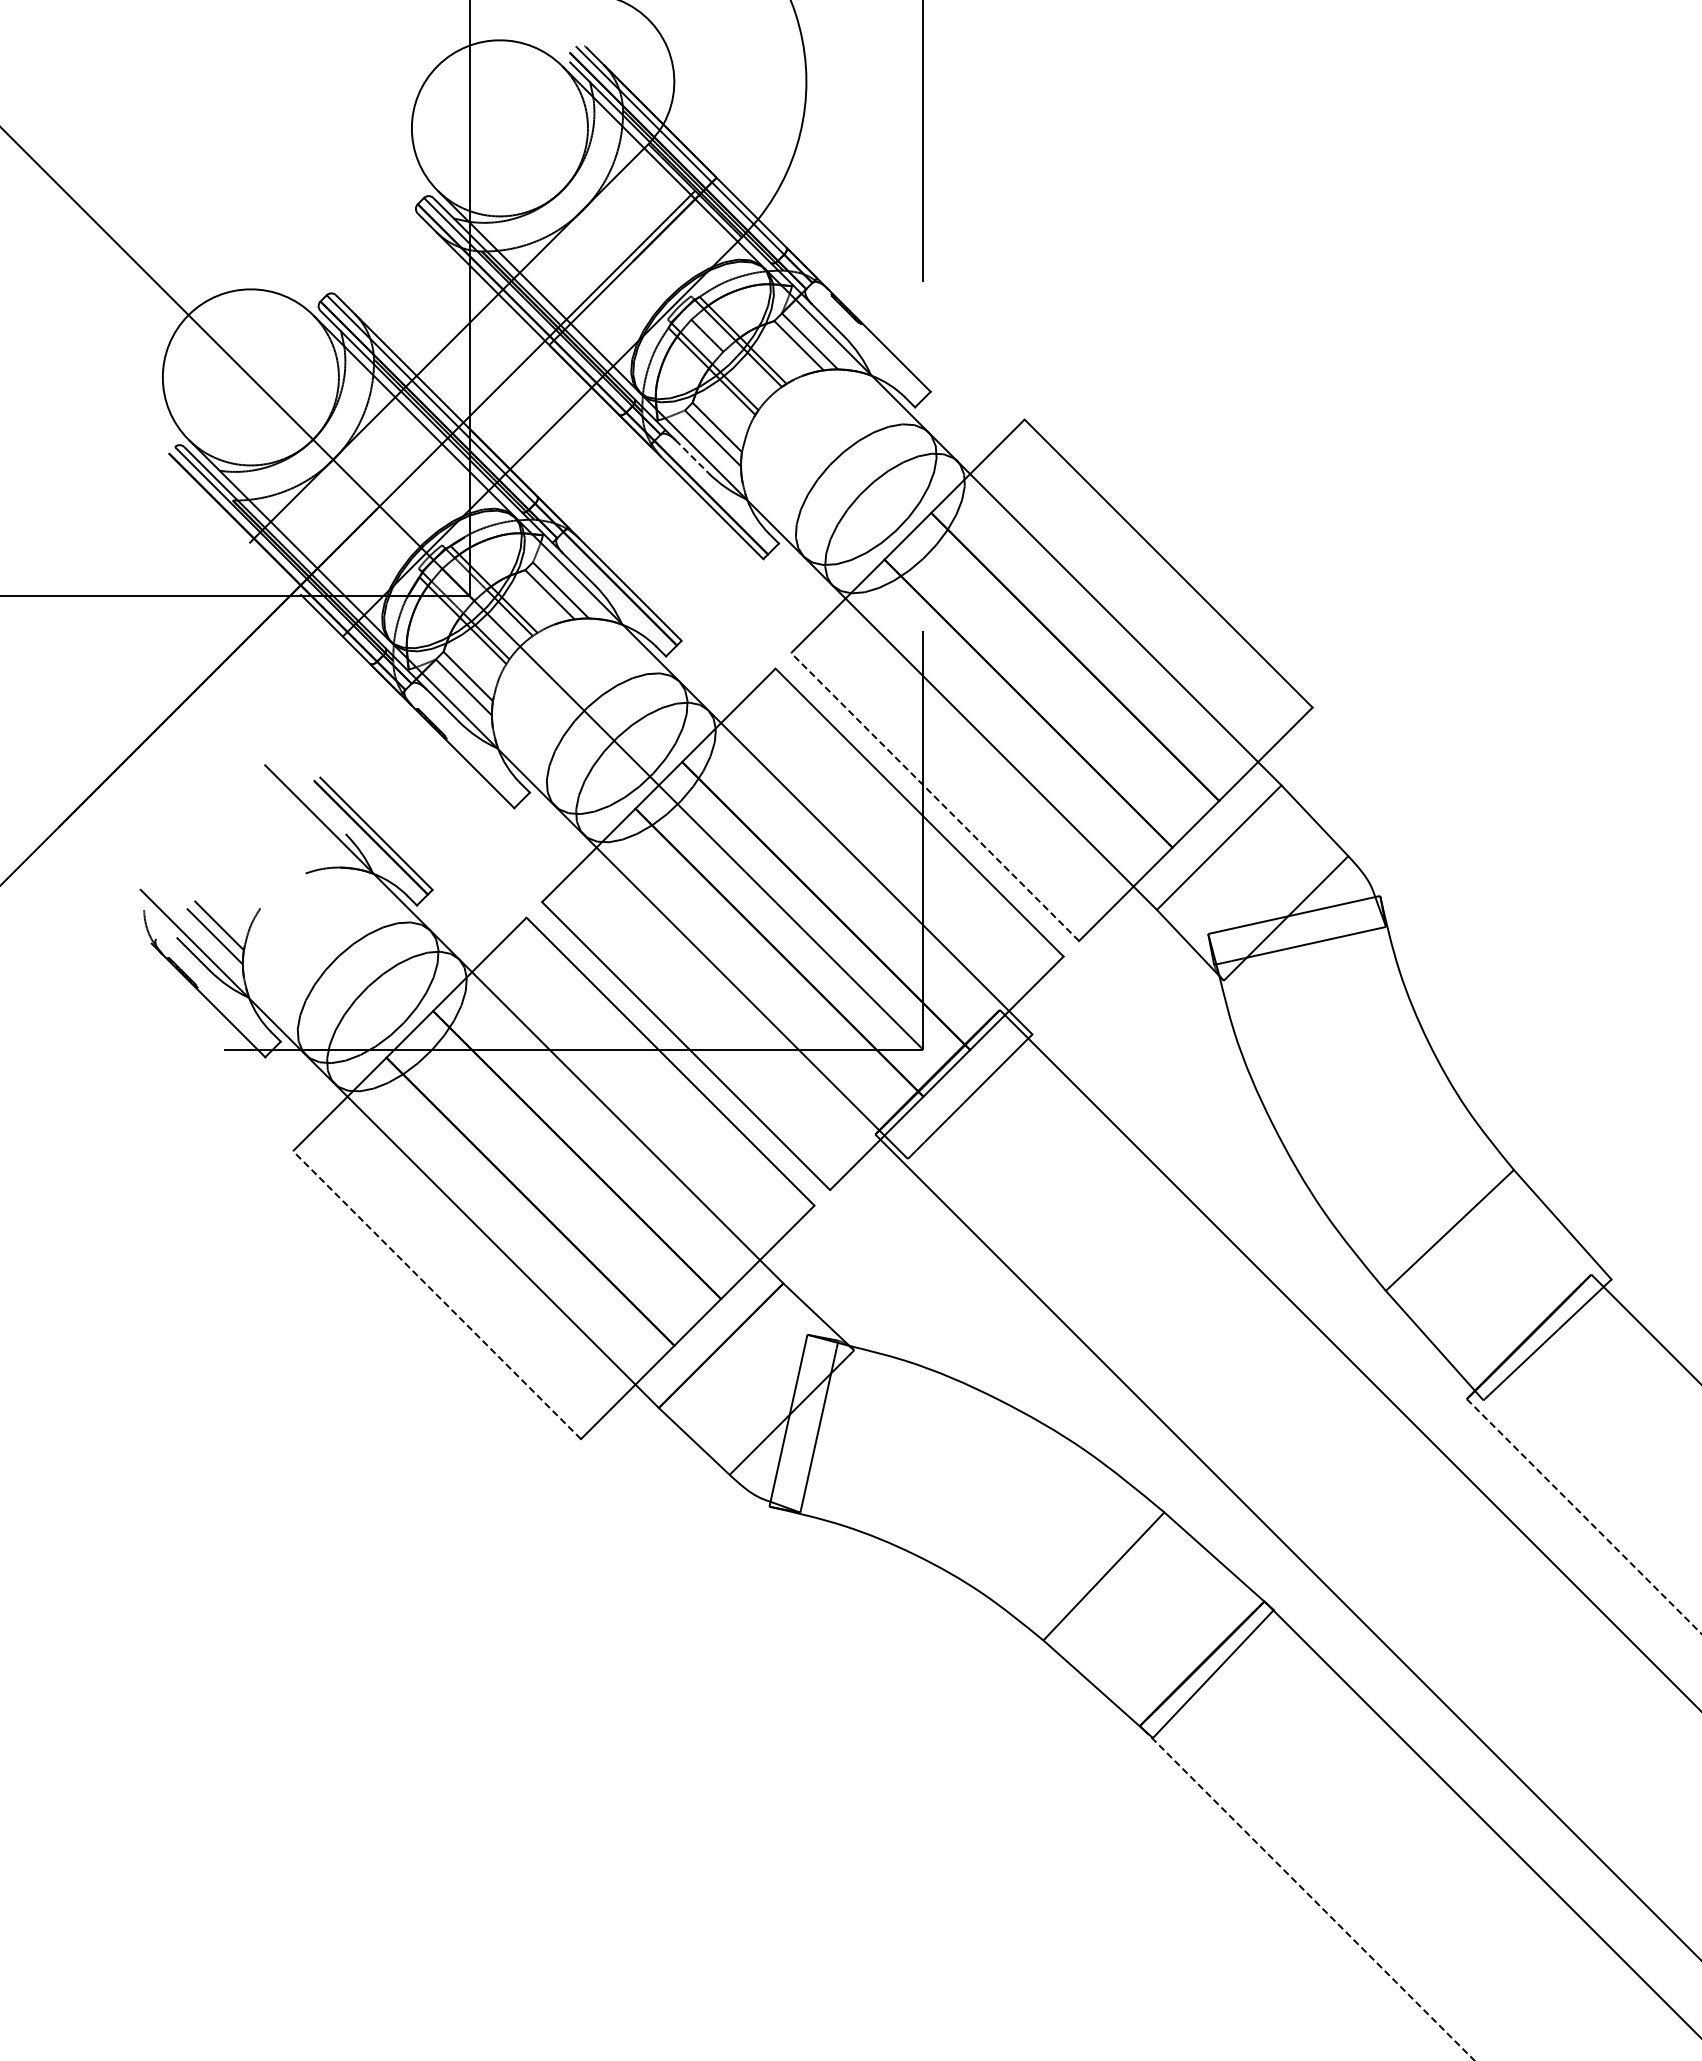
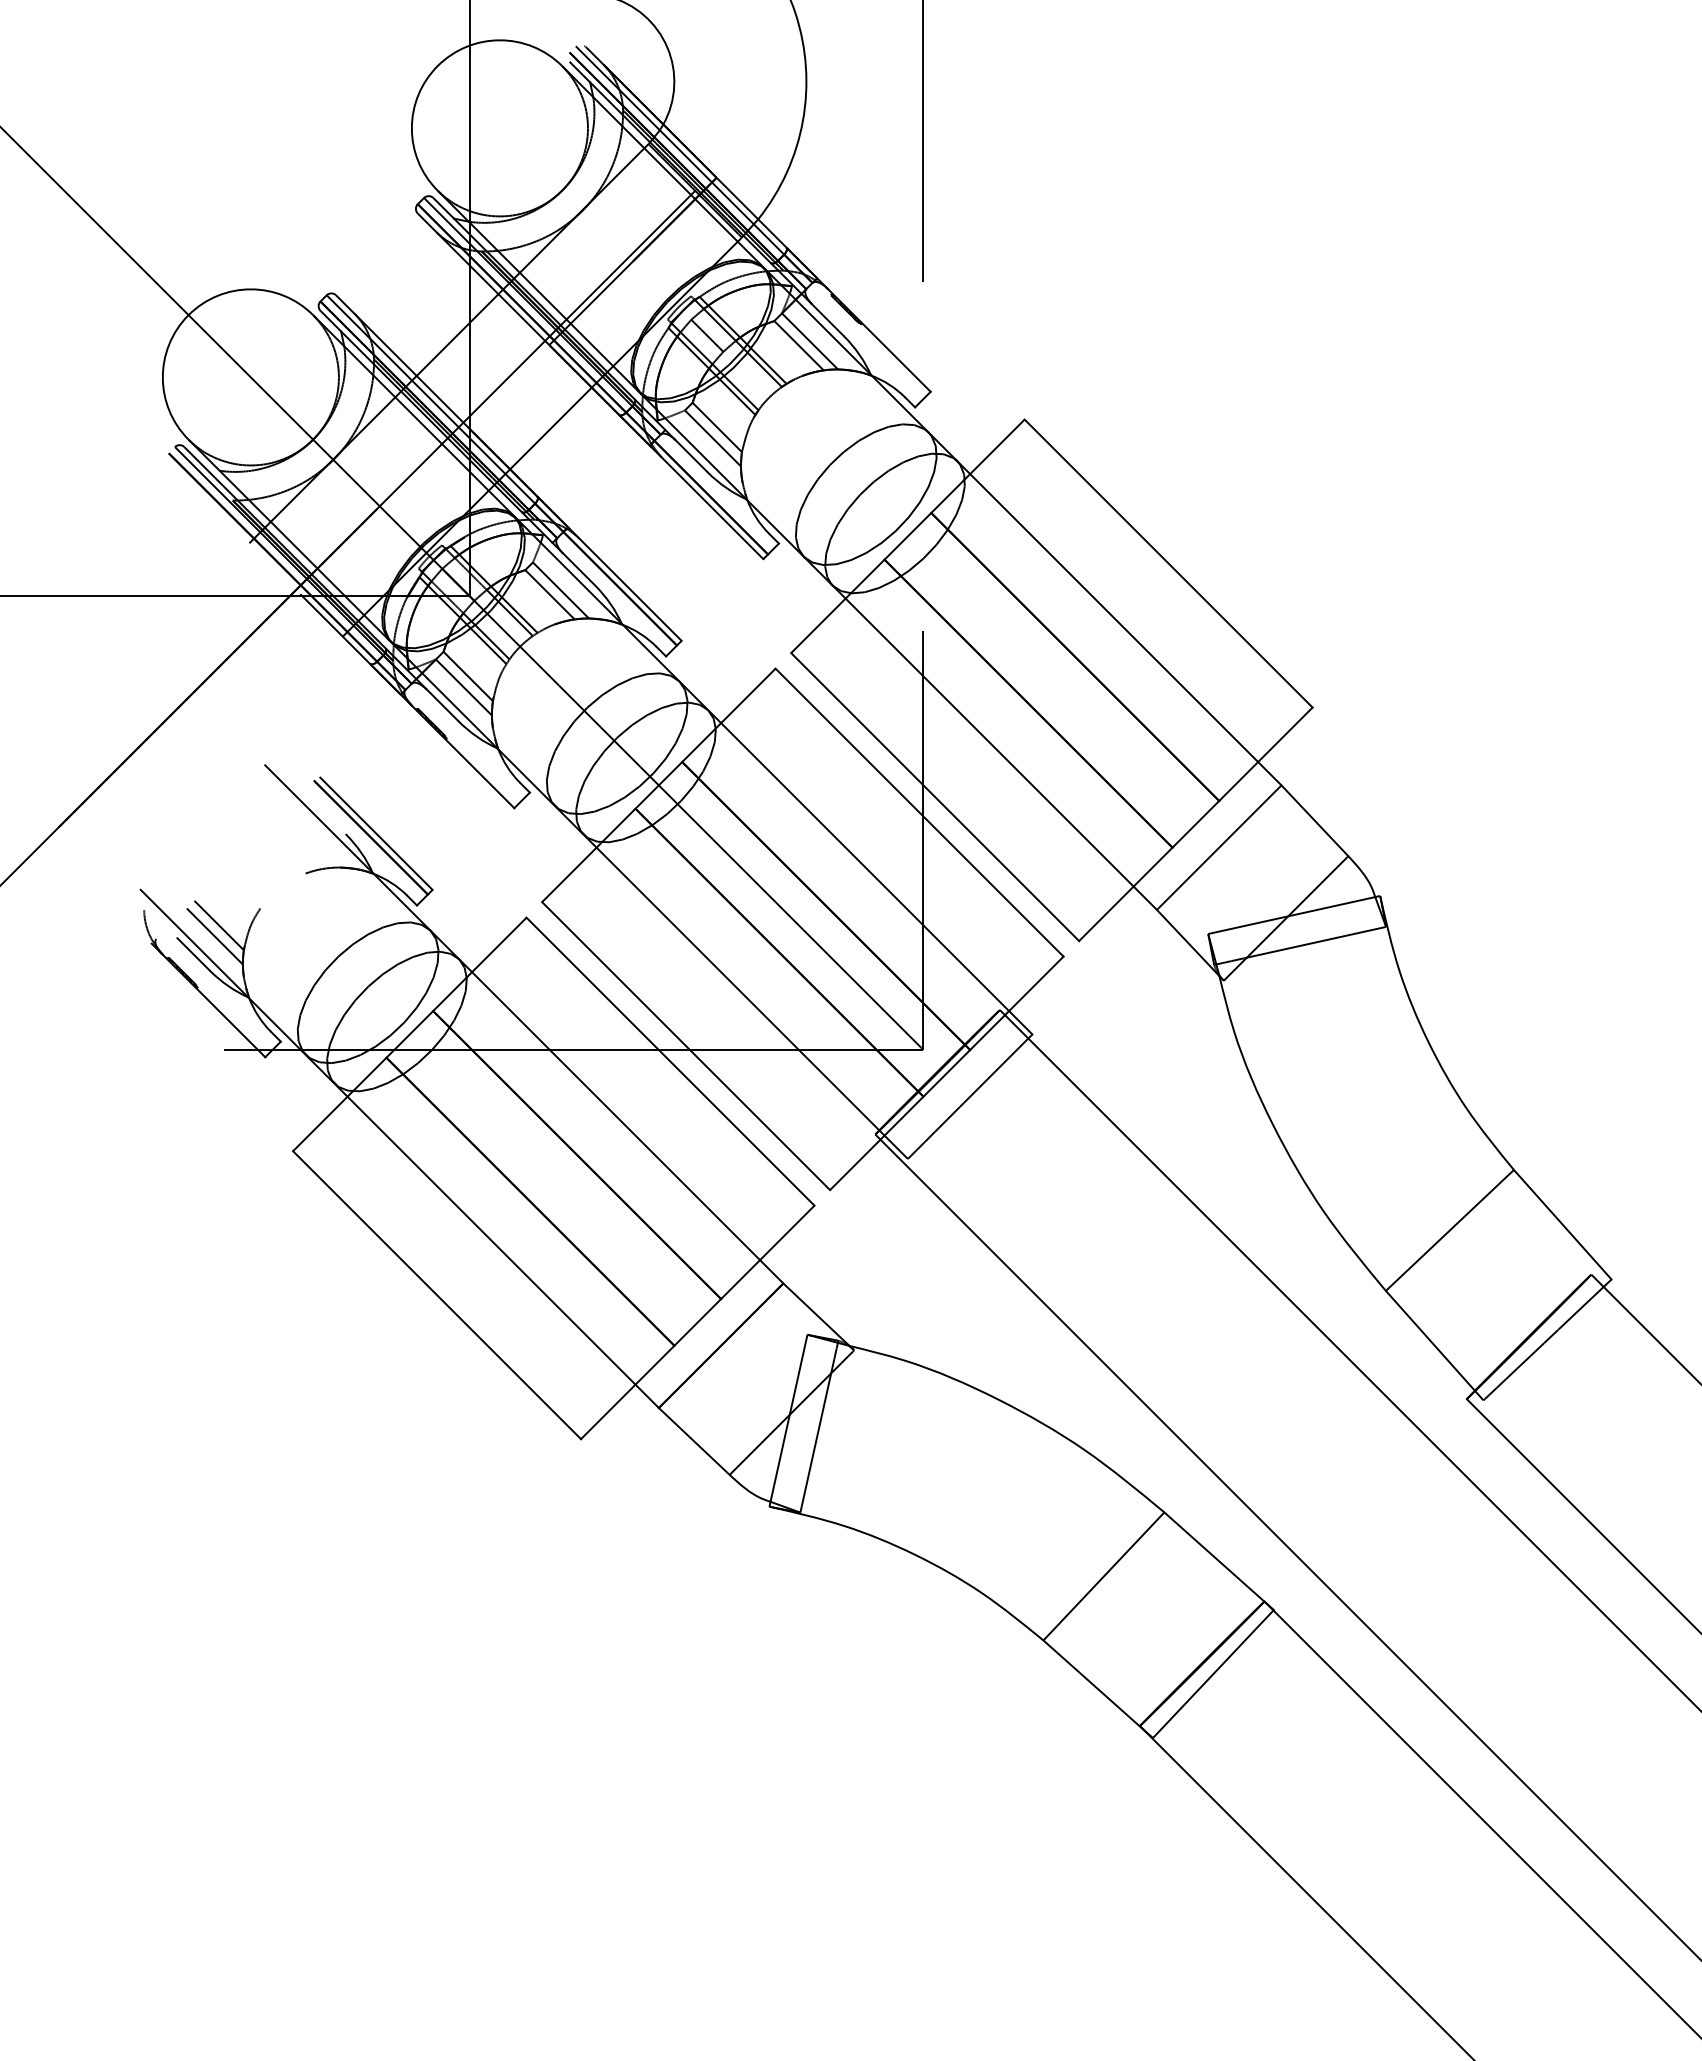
line at (691, 456): dashed -> solid
line at (935, 797): dashed -> solid
line at (437, 1295): dashed -> solid
line at (1584, 1516): dashed -> solid
line at (1309, 1895): dashed -> solid
